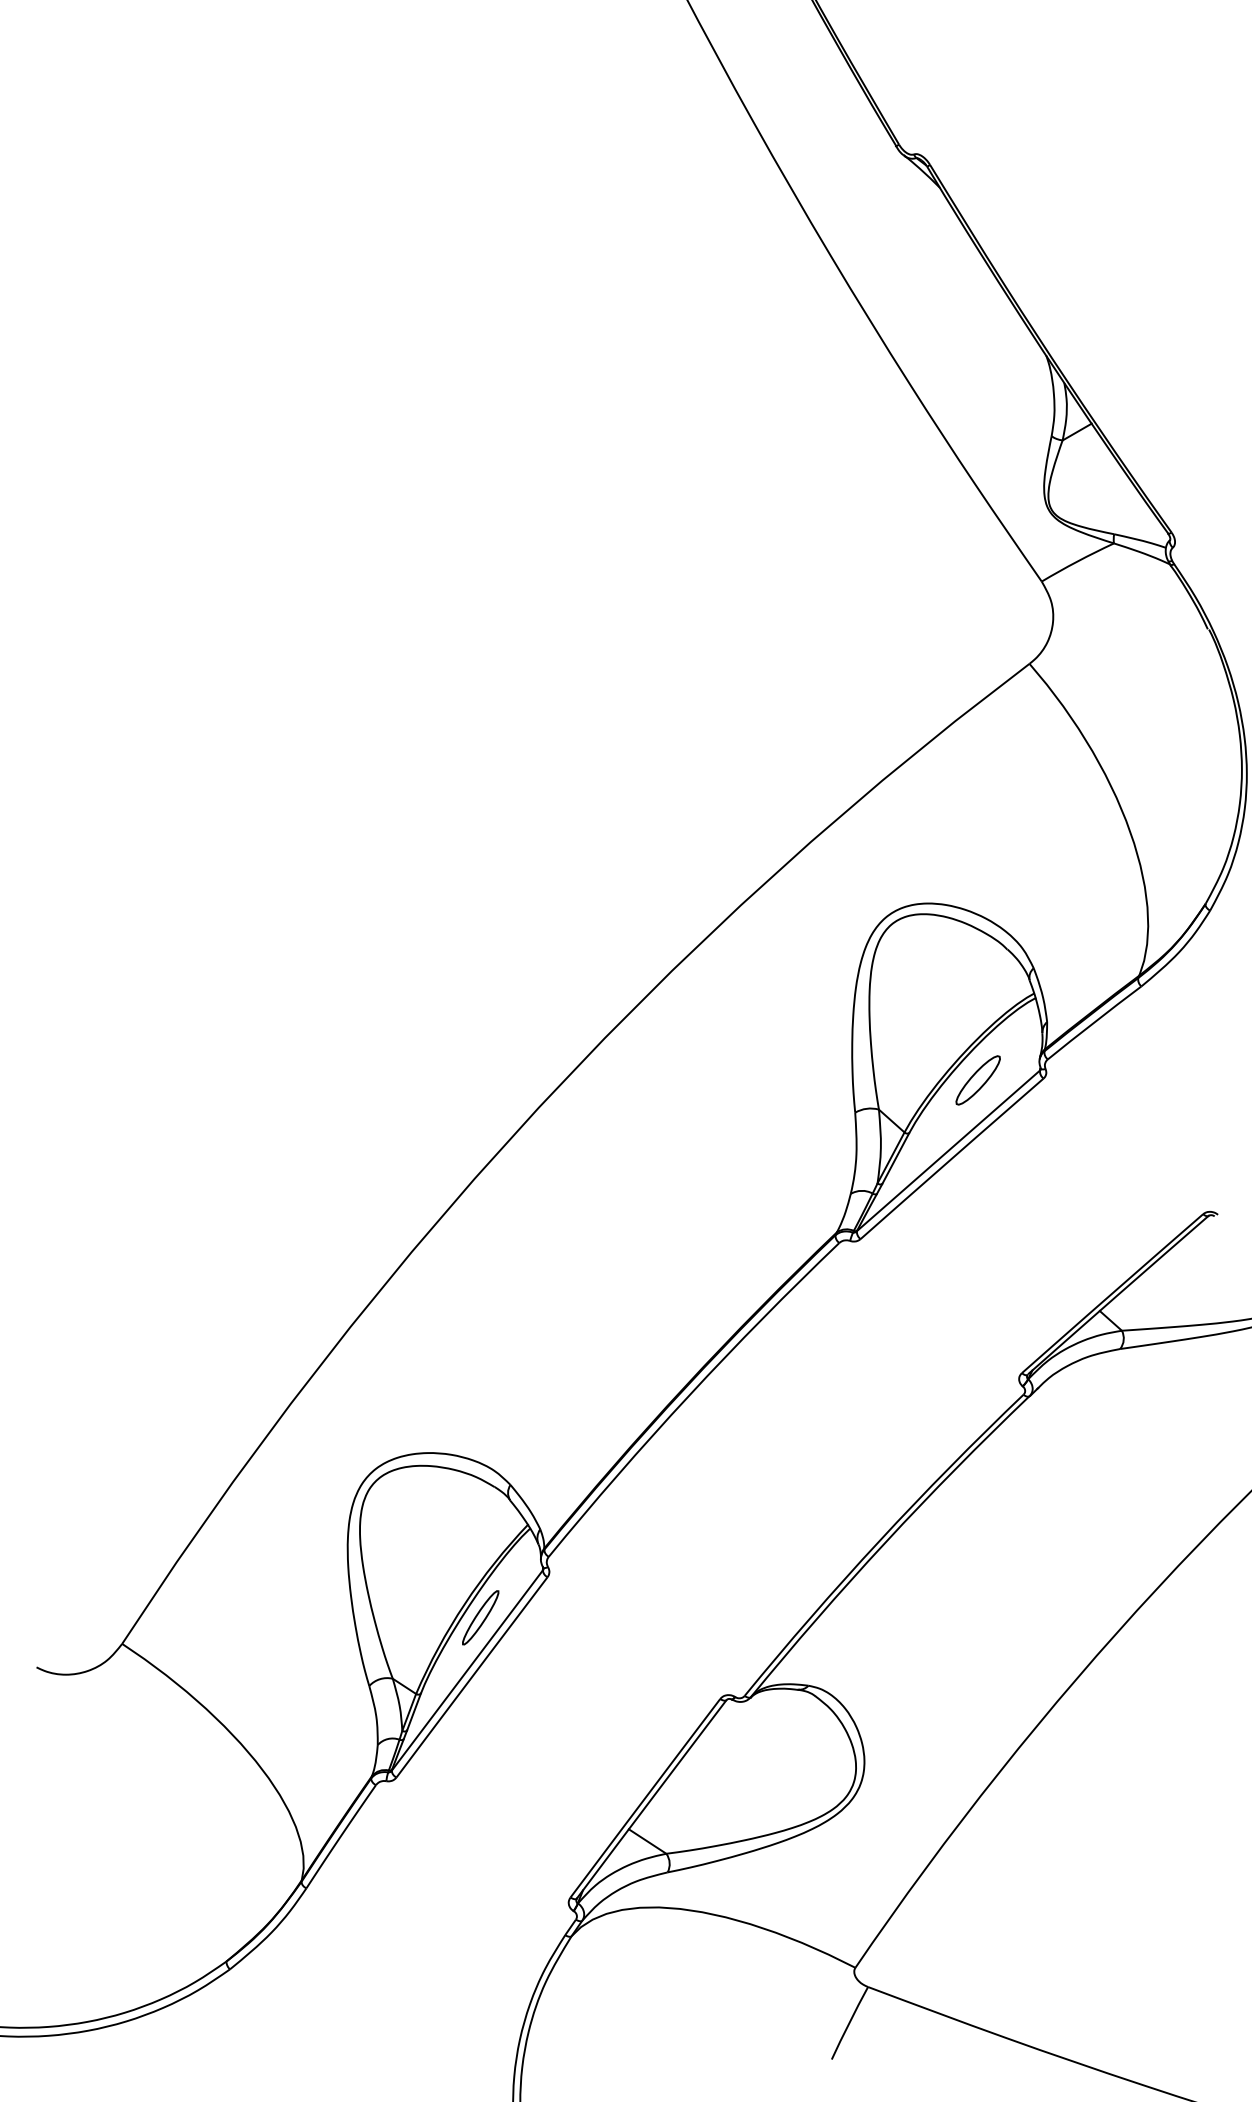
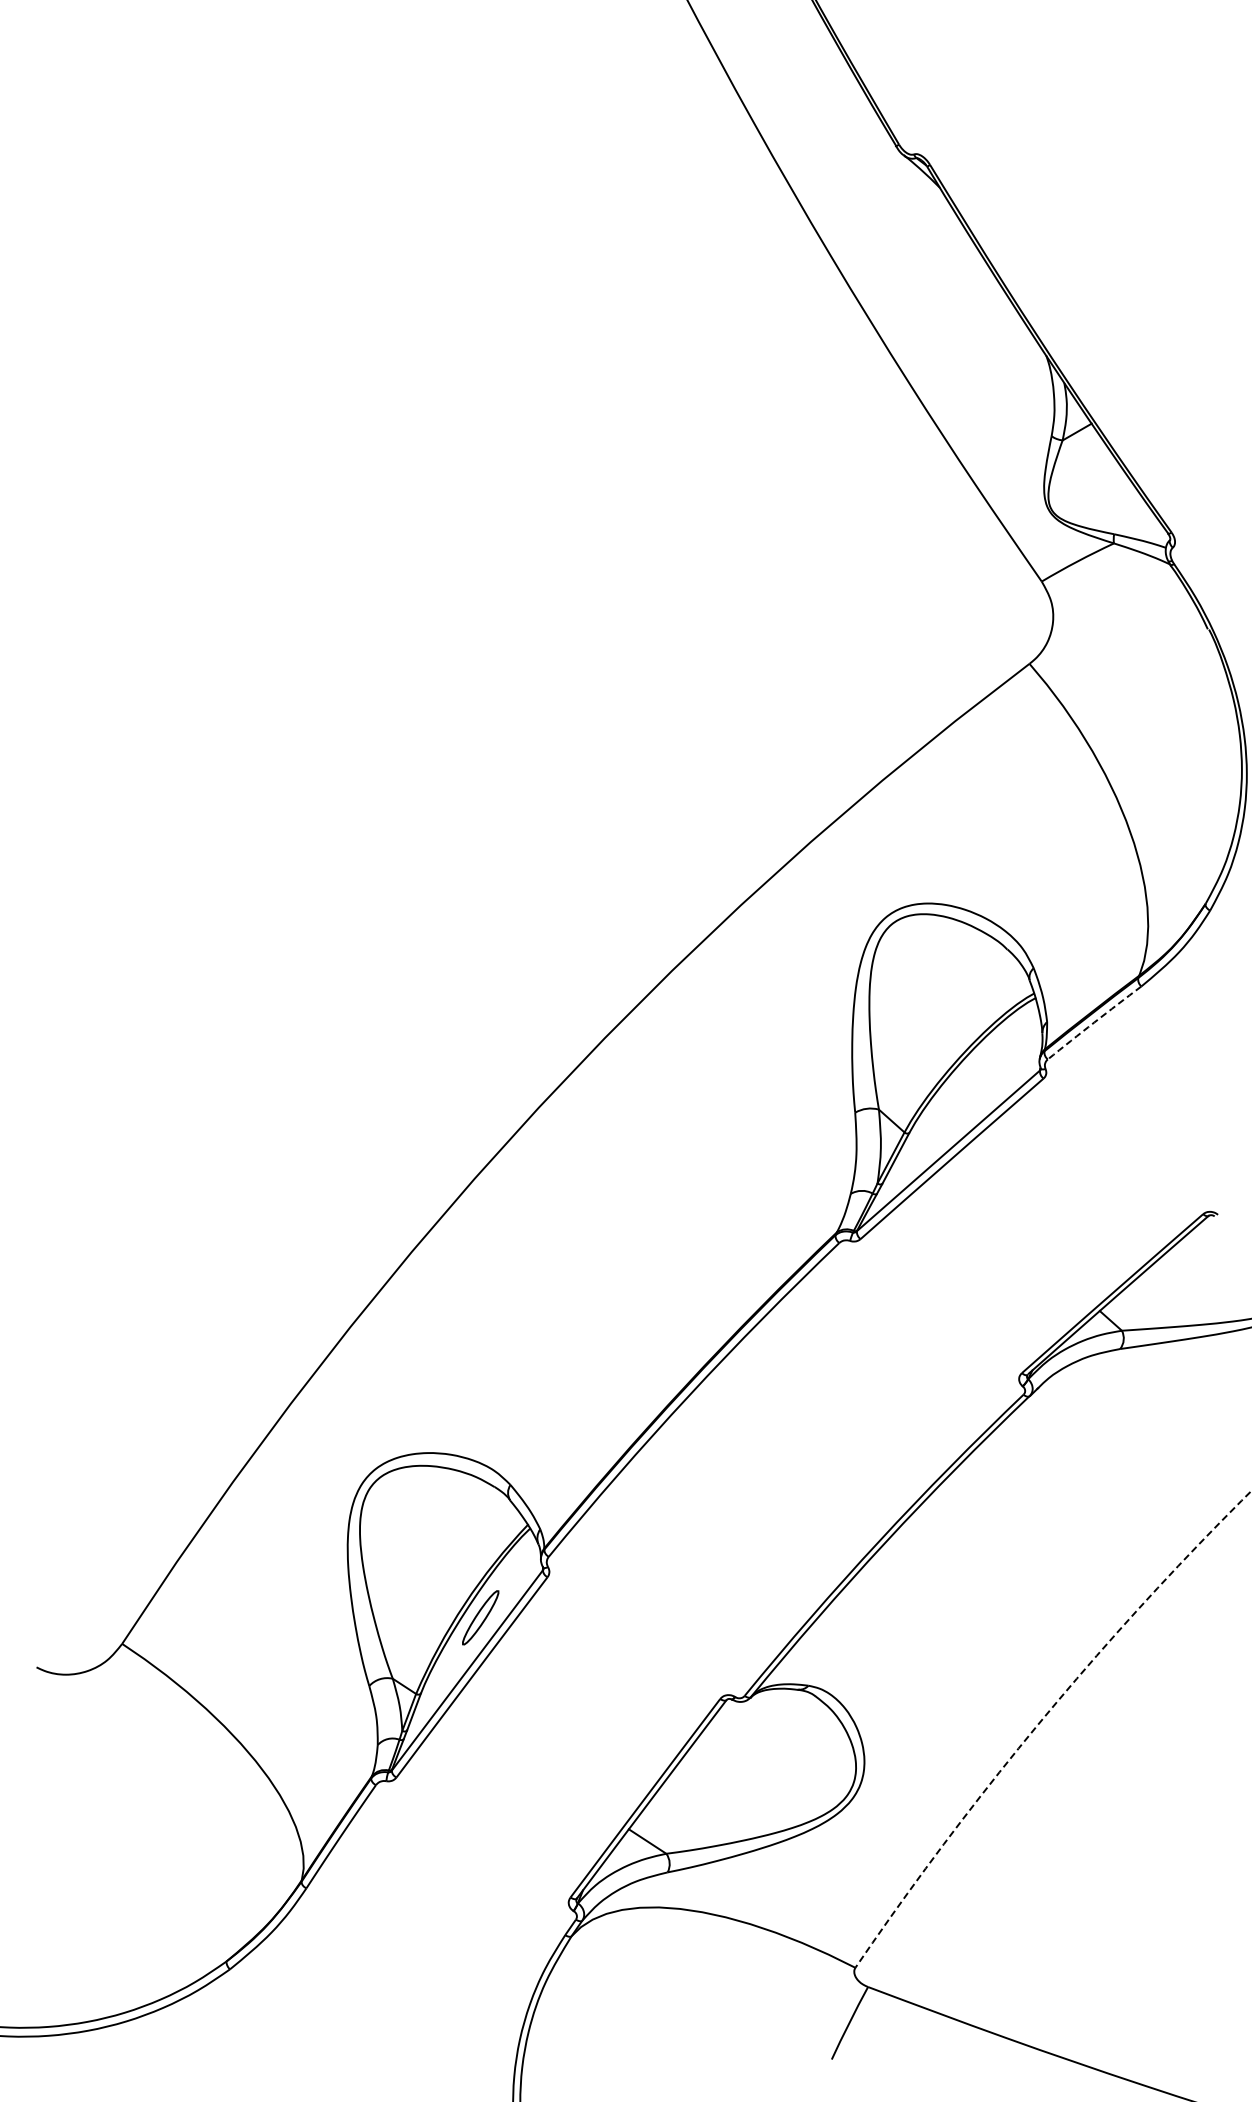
arc at (1094, 1022): solid -> dashed
part at (977, 1080): present -> none
arc at (1042, 1719): solid -> dashed
